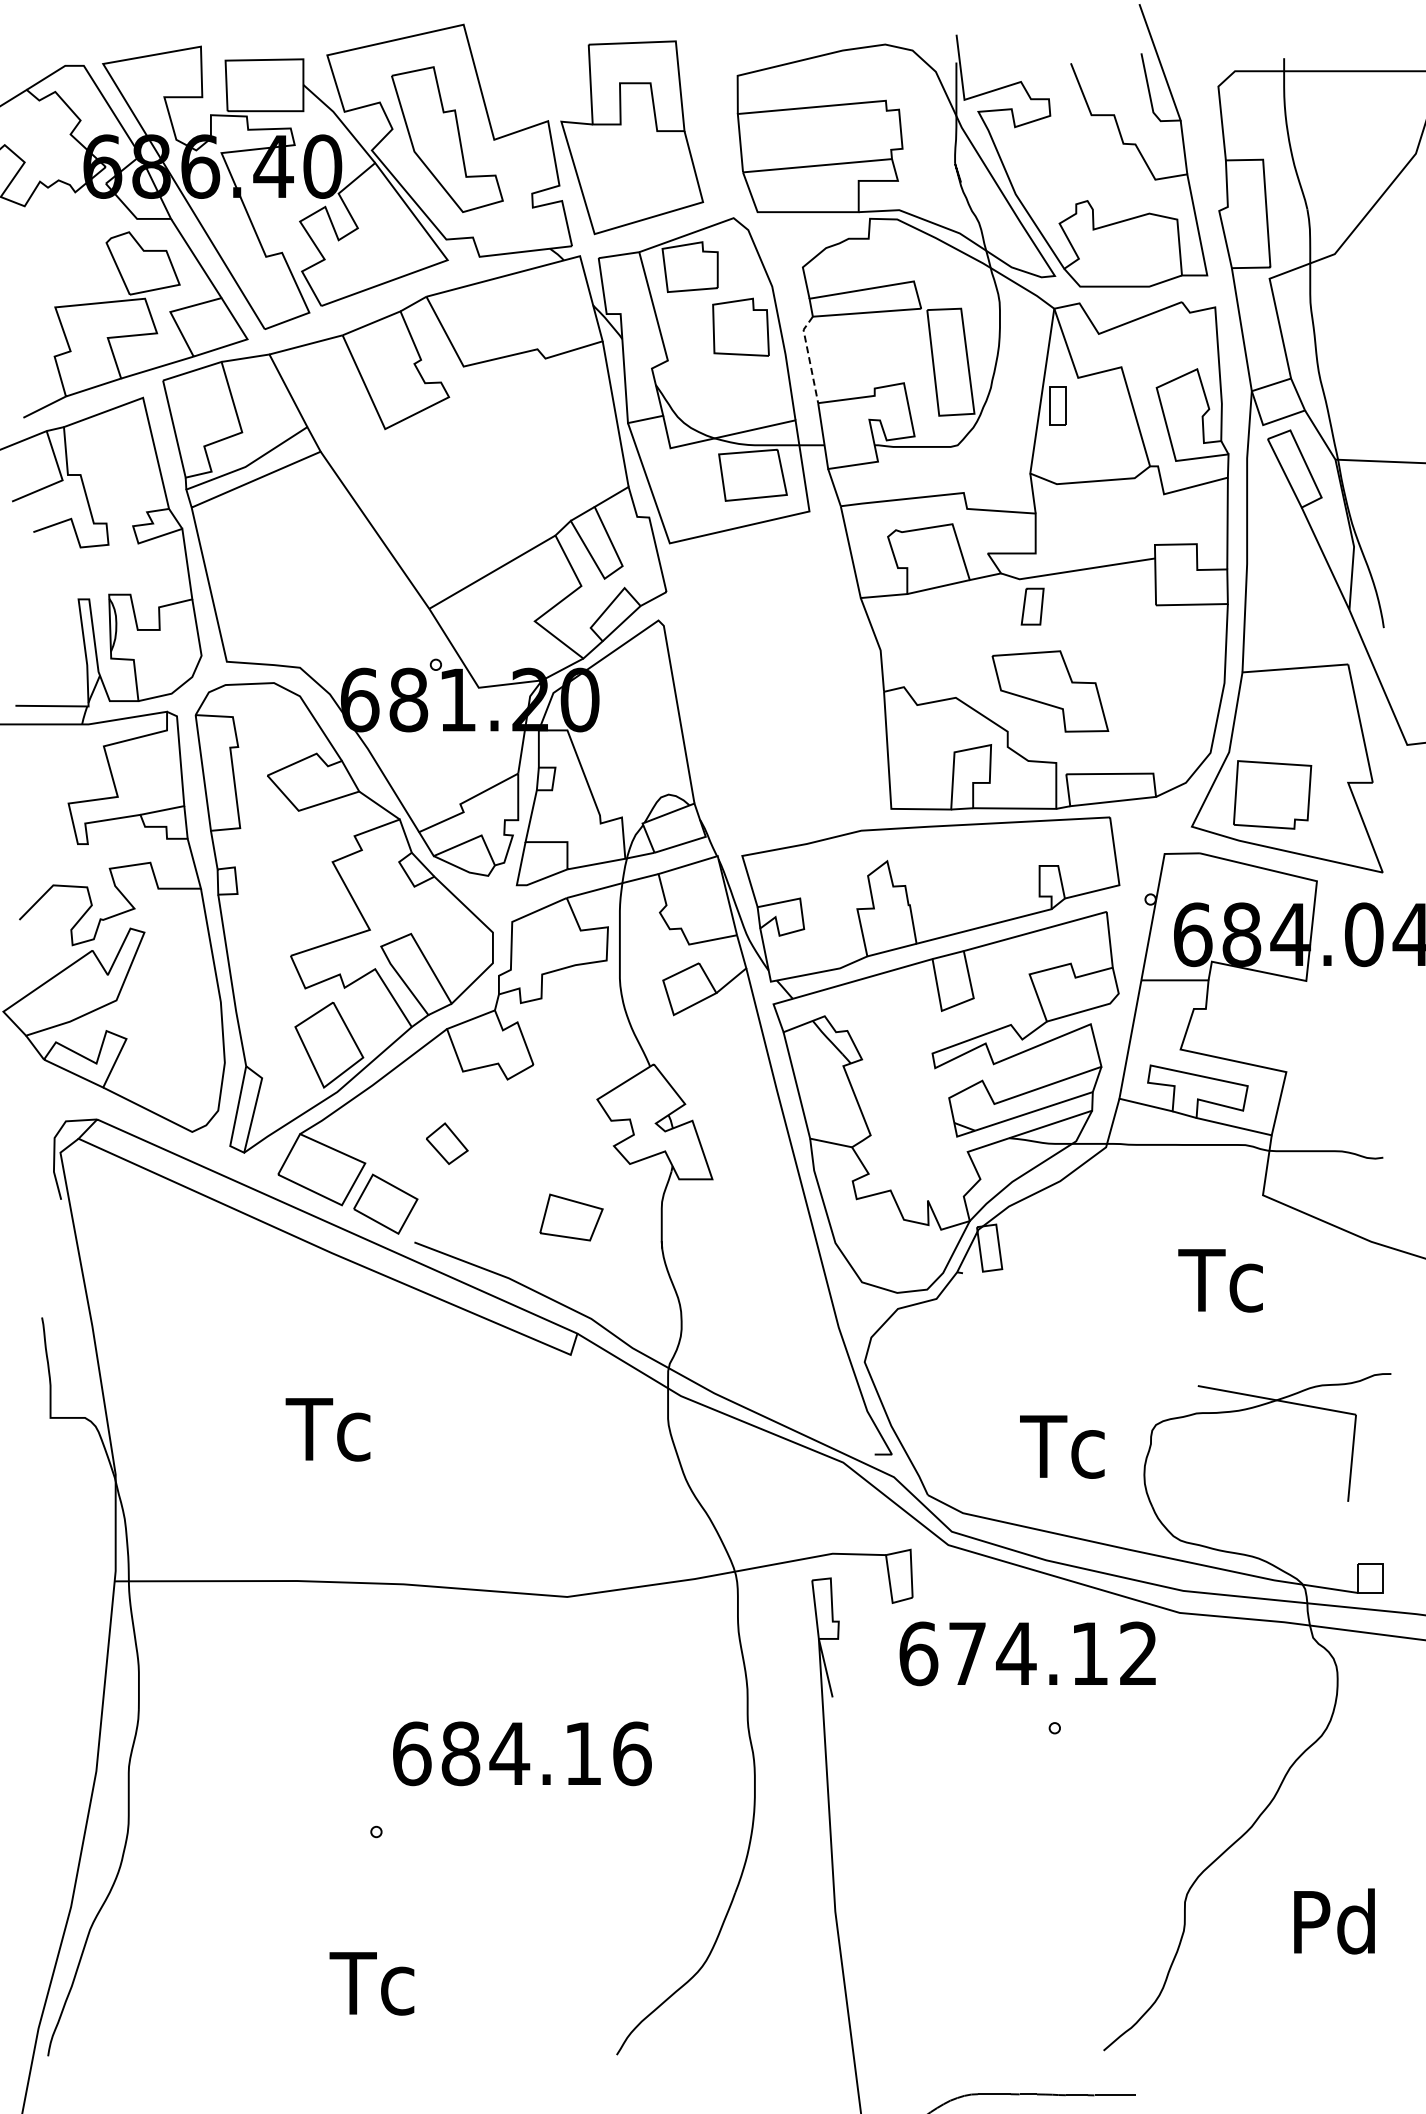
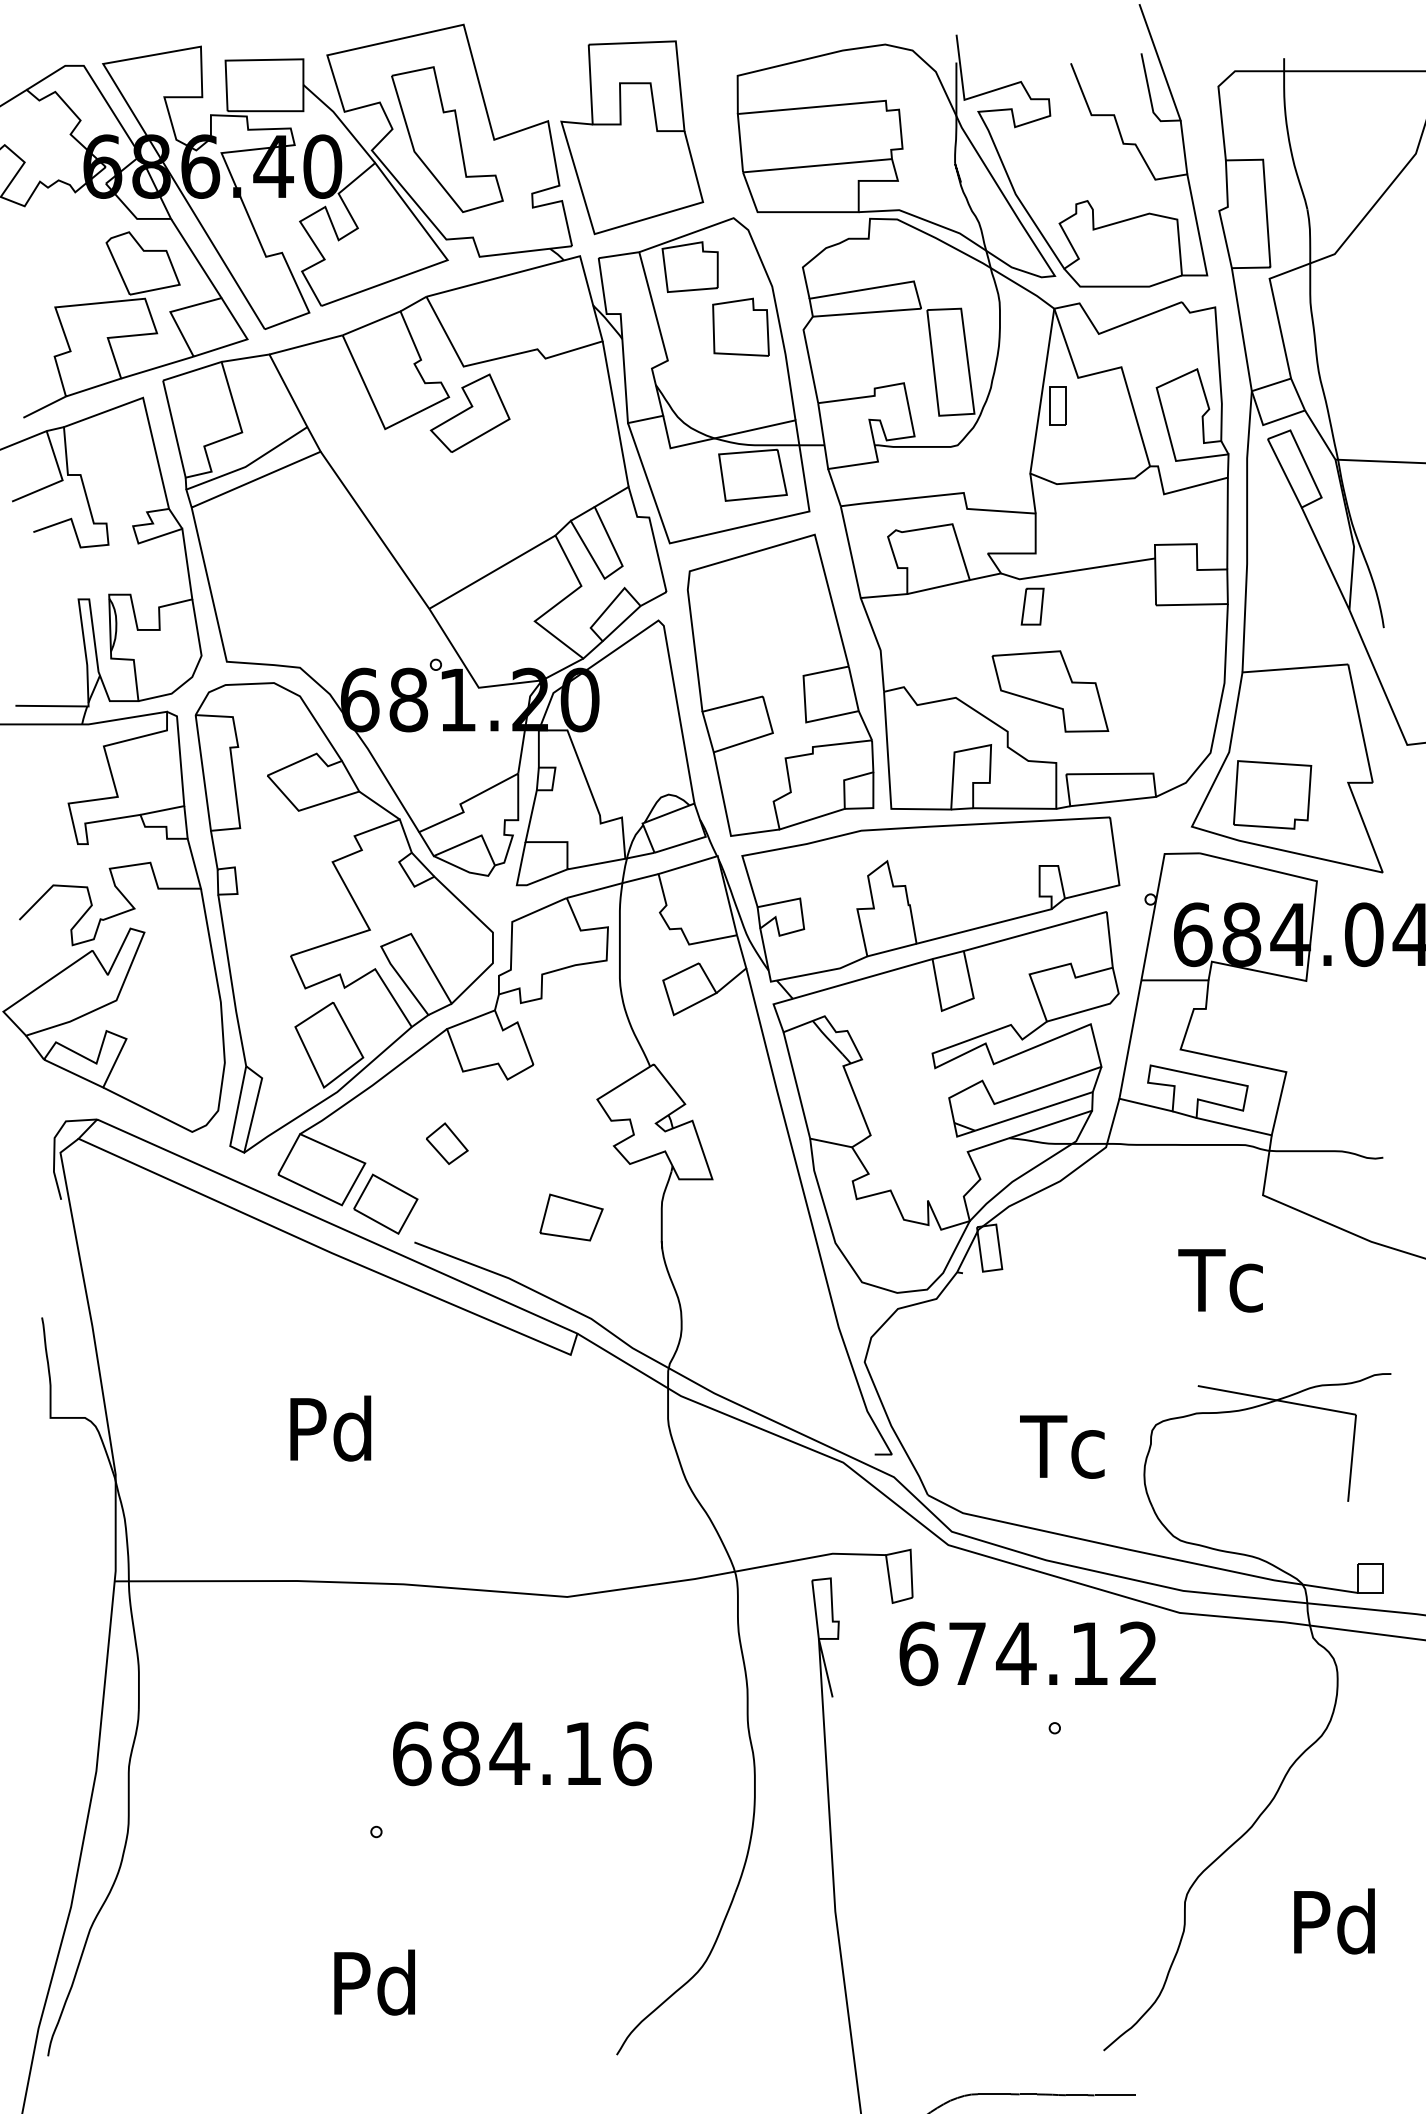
line at (809, 358): dashed -> solid
part at (469, 412): none -> present
part at (780, 684): none -> present
text at (328, 1428): Tc -> Pd
text at (371, 1982): Tc -> Pd
